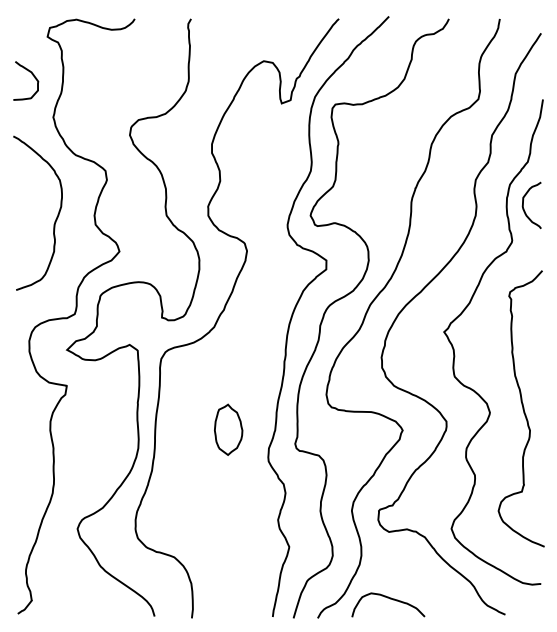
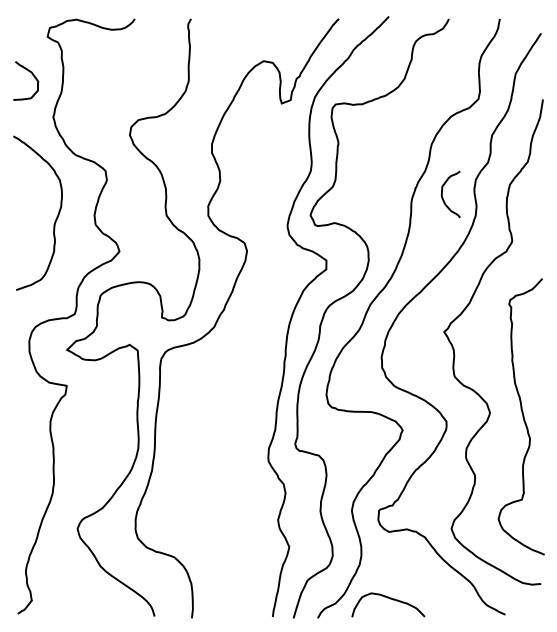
curve at (524, 208) position: (524, 208) -> (443, 197)
curve at (522, 408) position: (522, 408) -> (522, 416)
part at (228, 429): present -> none
